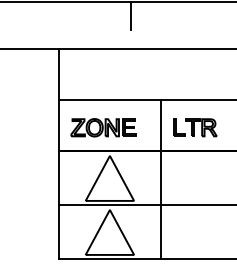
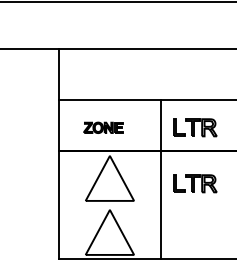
line at (130, 15): present -> none
part at (103, 127) size: 67x20 px -> 41x13 px
part at (195, 183): none -> present
line at (145, 205): present -> none
